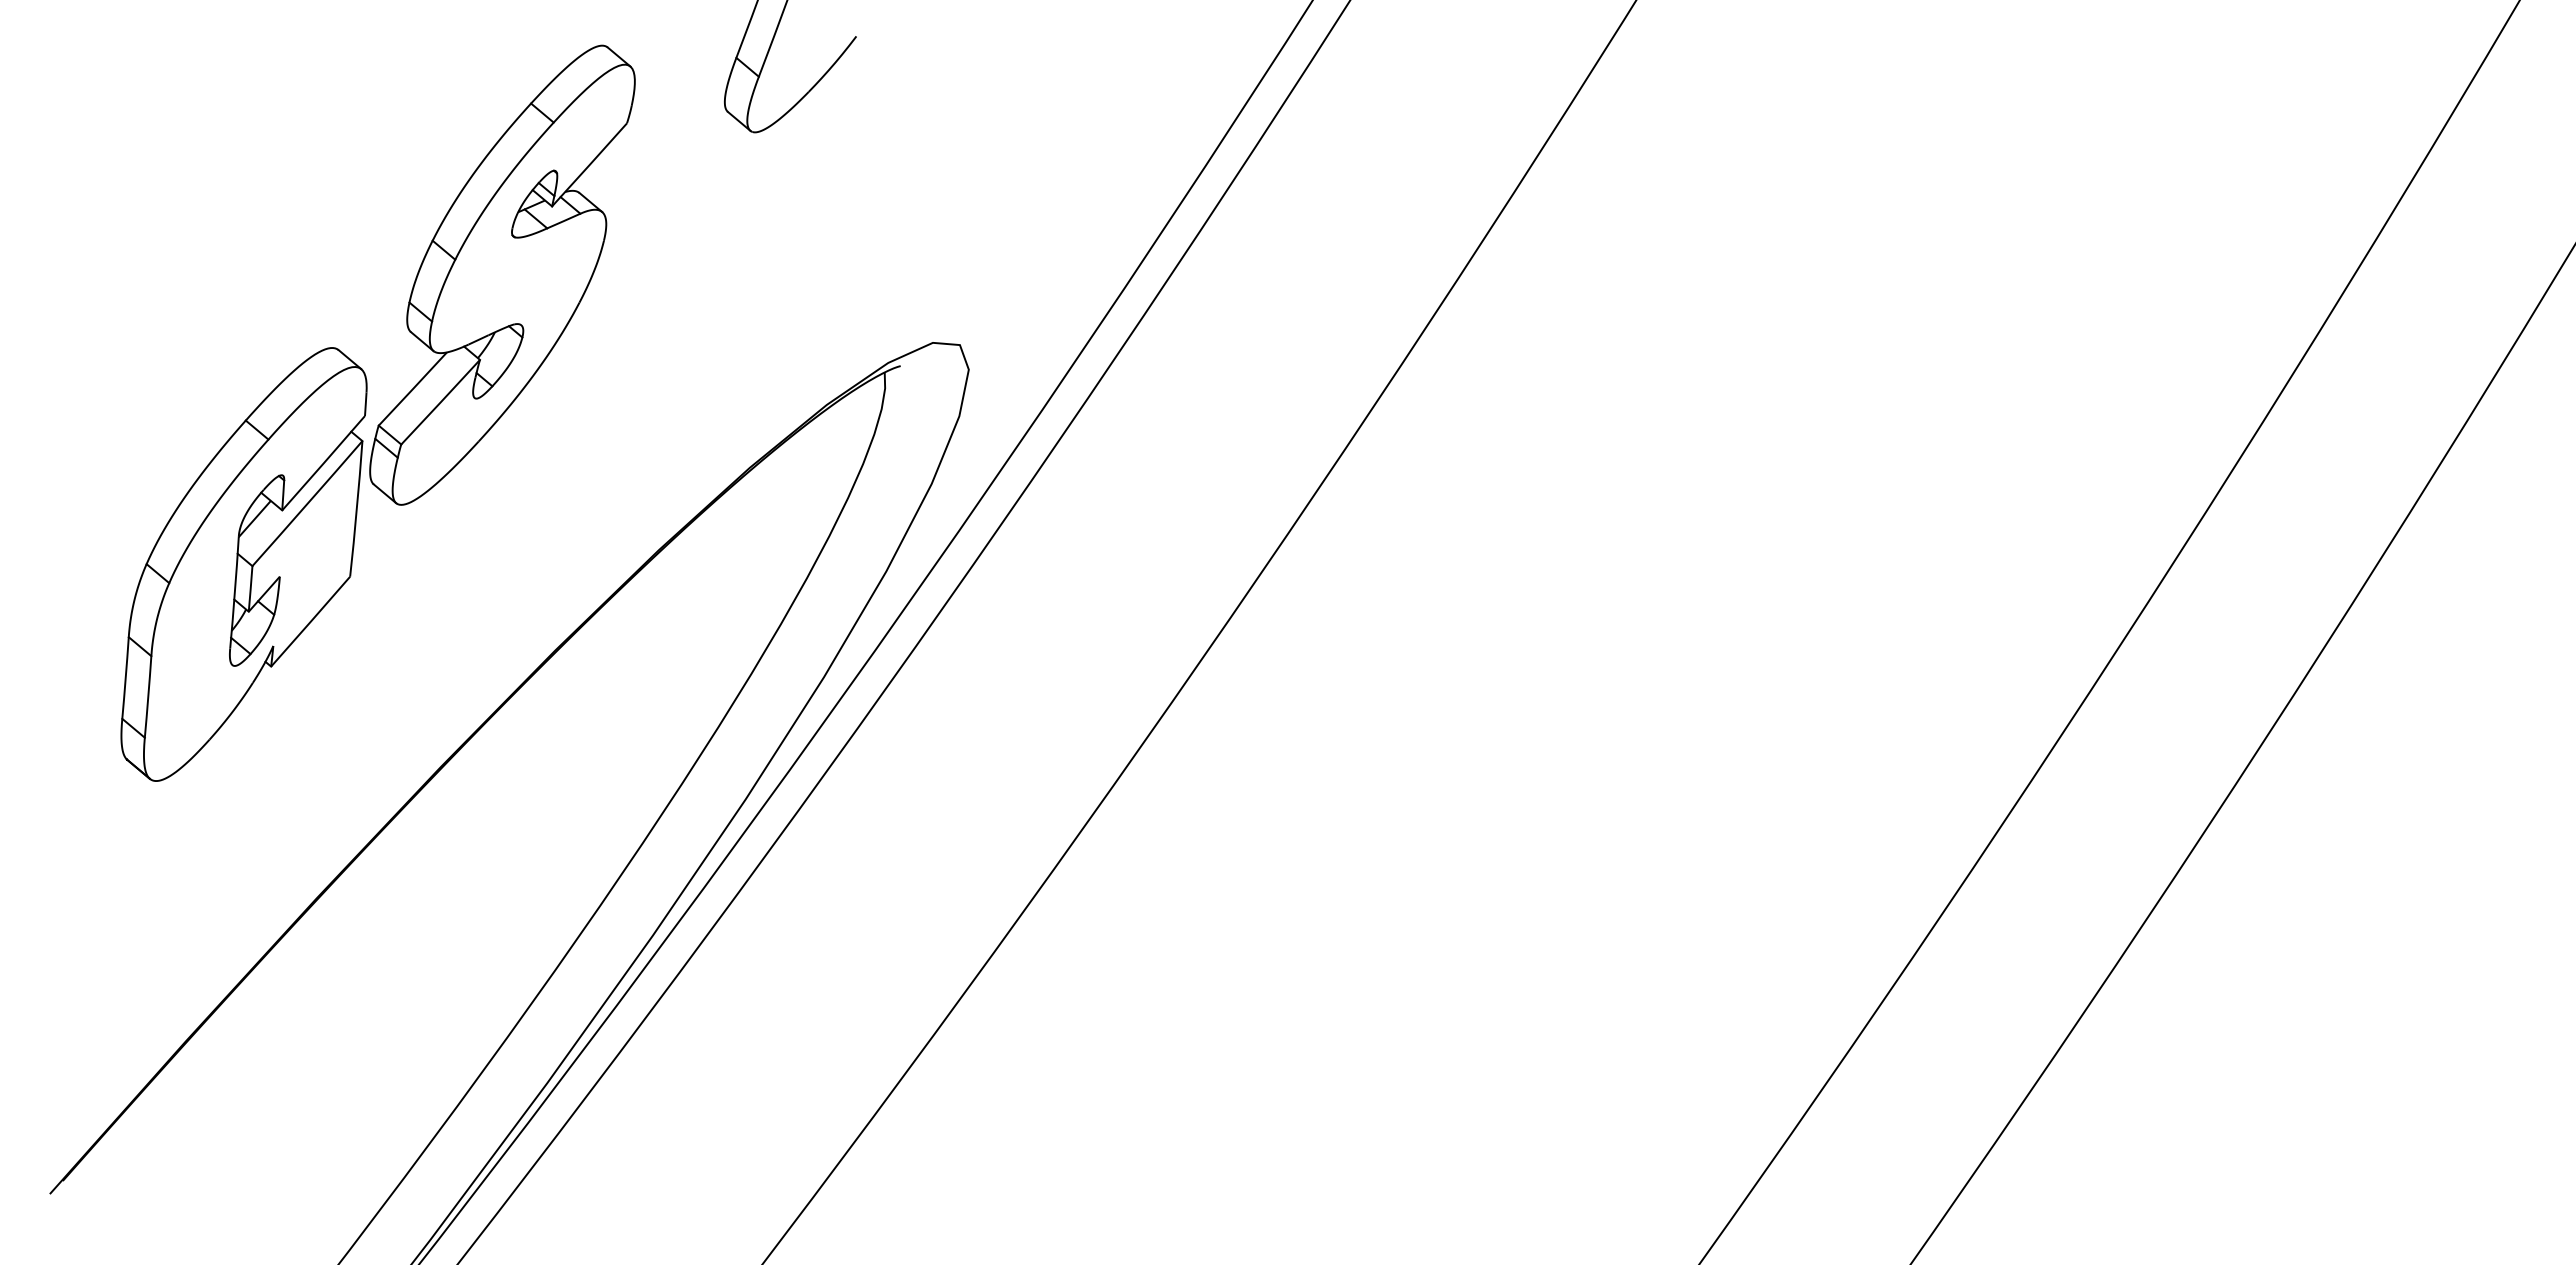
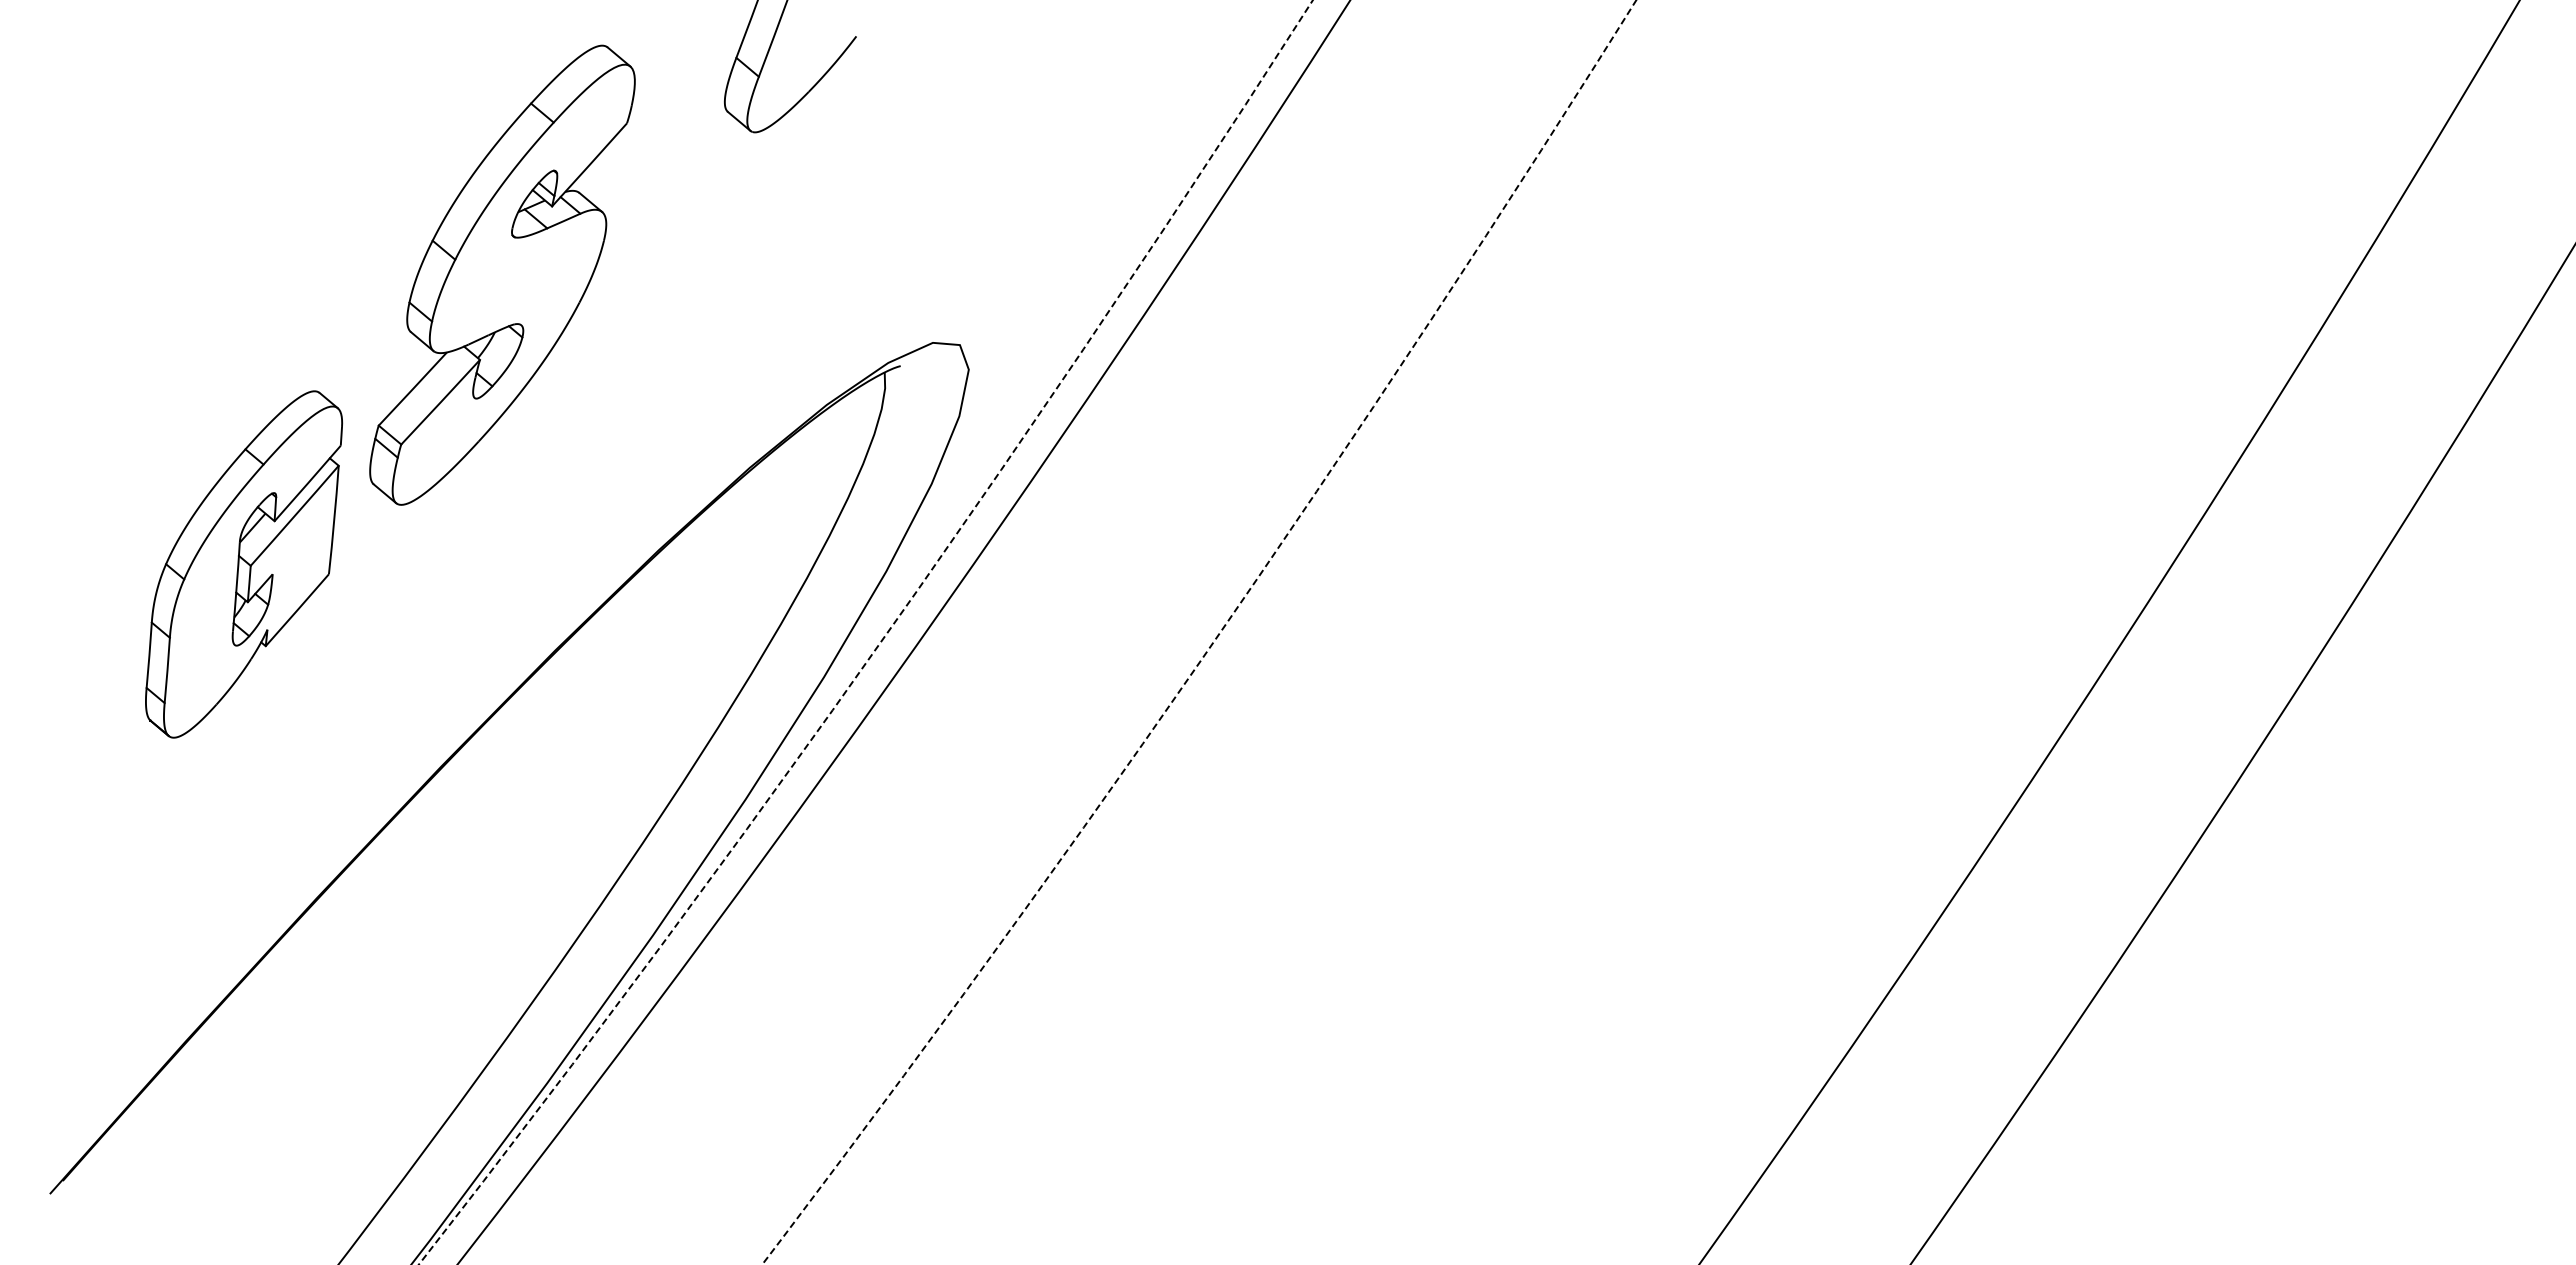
part at (243, 564) size: 248x435 px -> 199x349 px
circle at (1199, 632): solid -> dashed
arc at (880, 642): solid -> dashed
